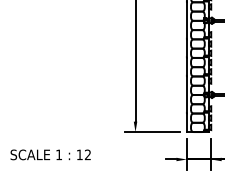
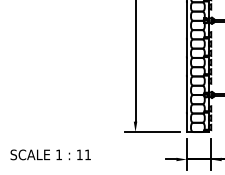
text at (87, 154): 12 -> 11
